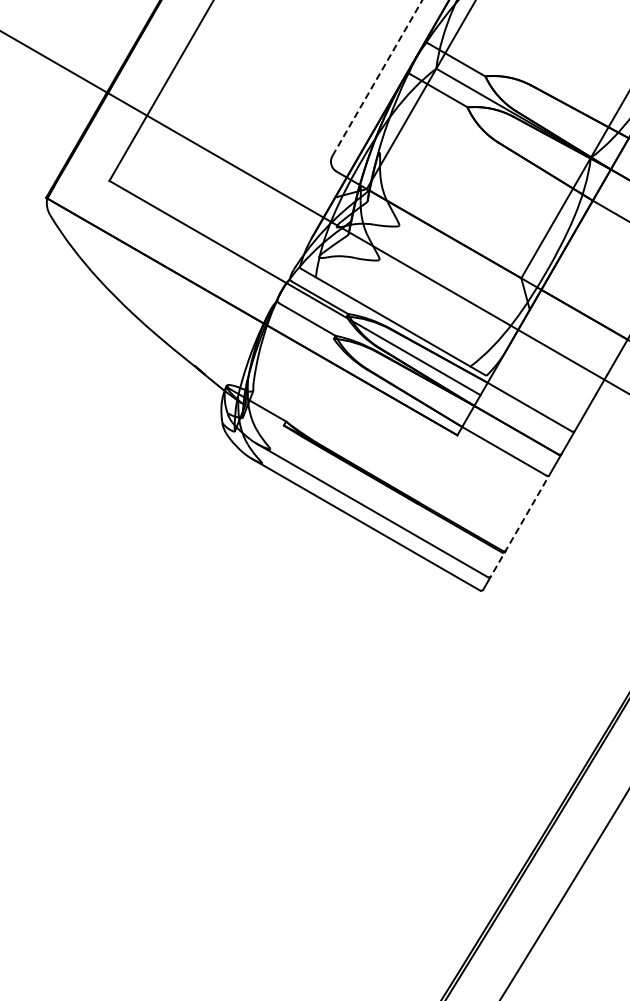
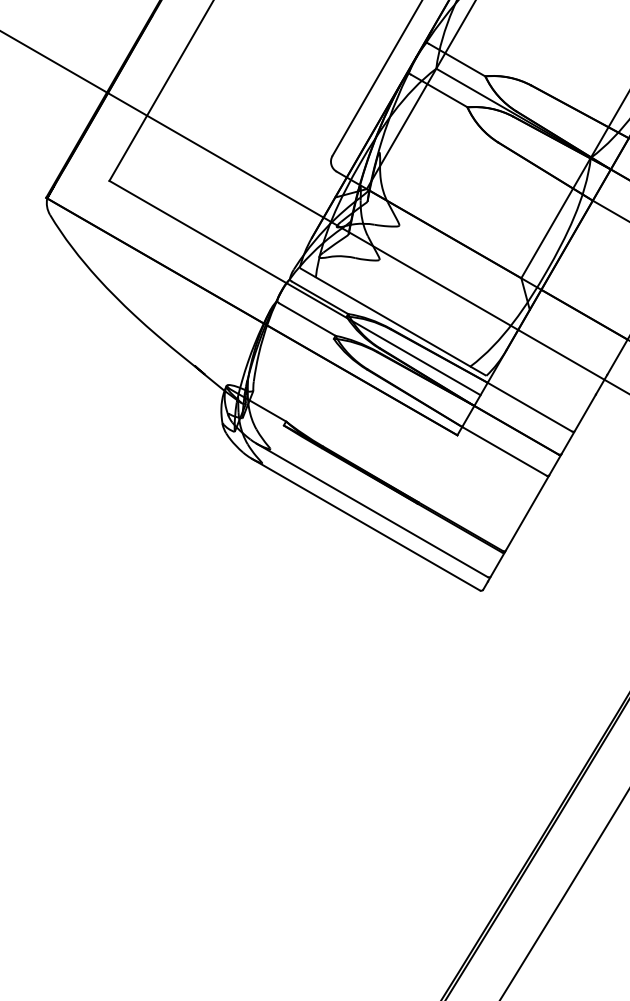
line at (377, 78): dashed -> solid
line at (518, 528): dashed -> solid
